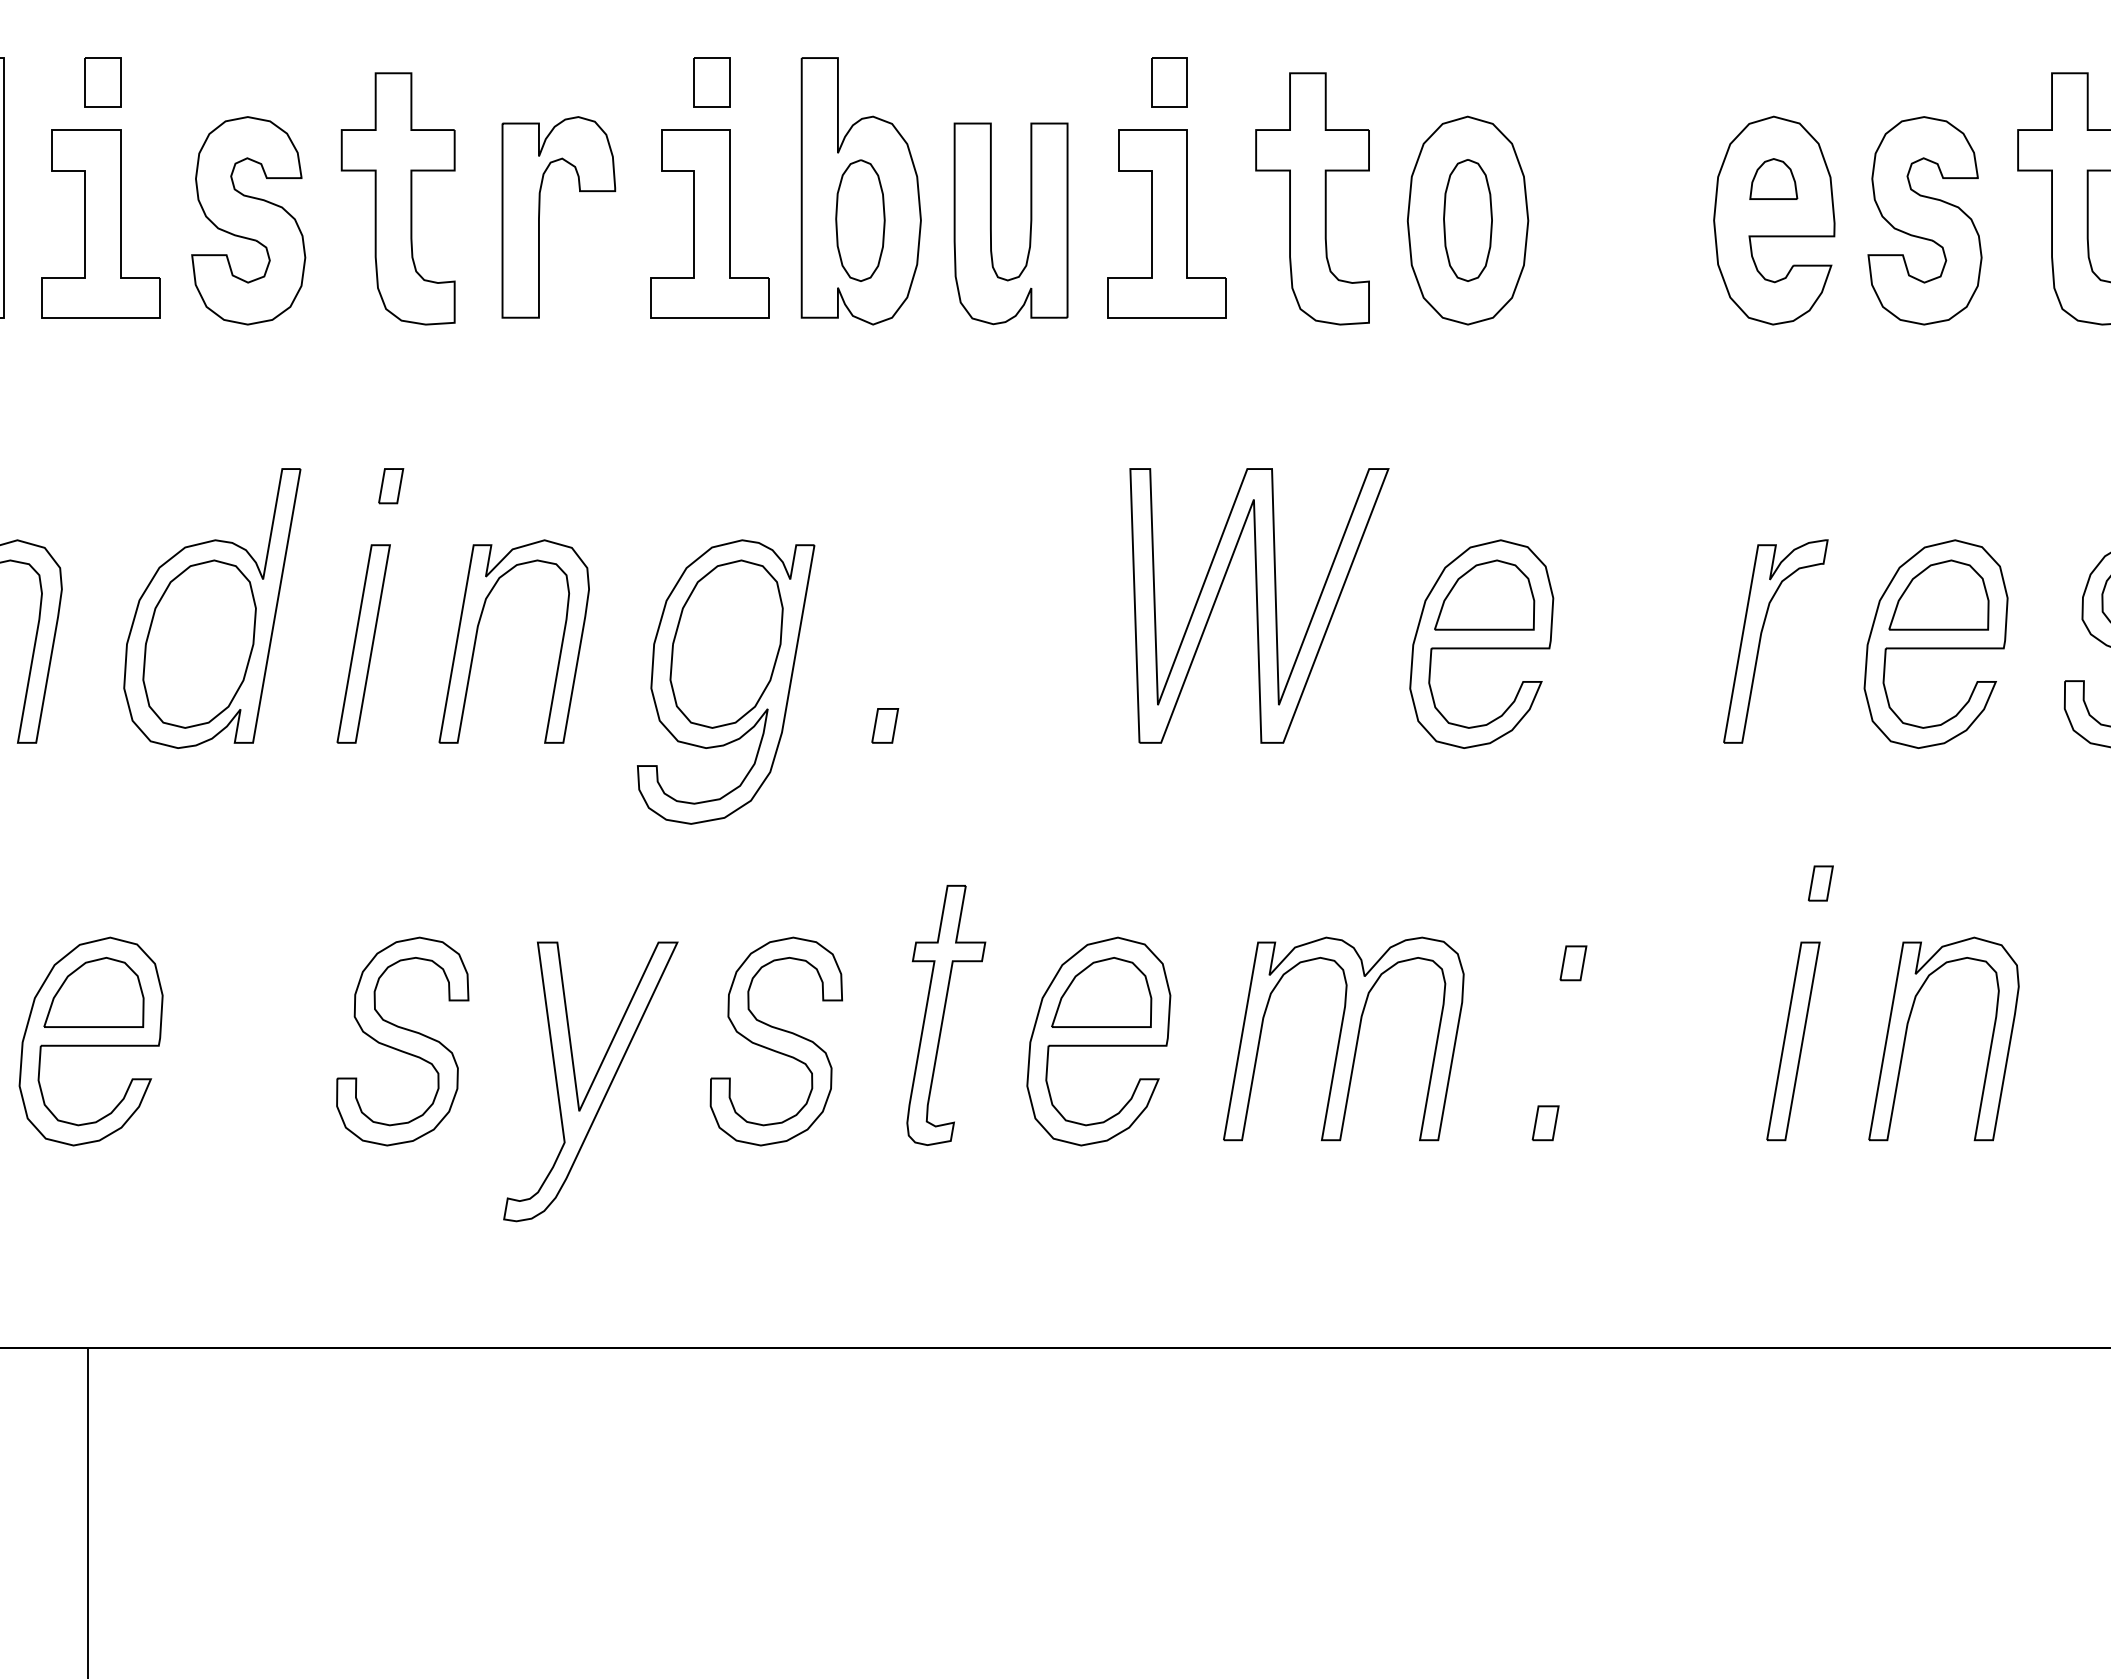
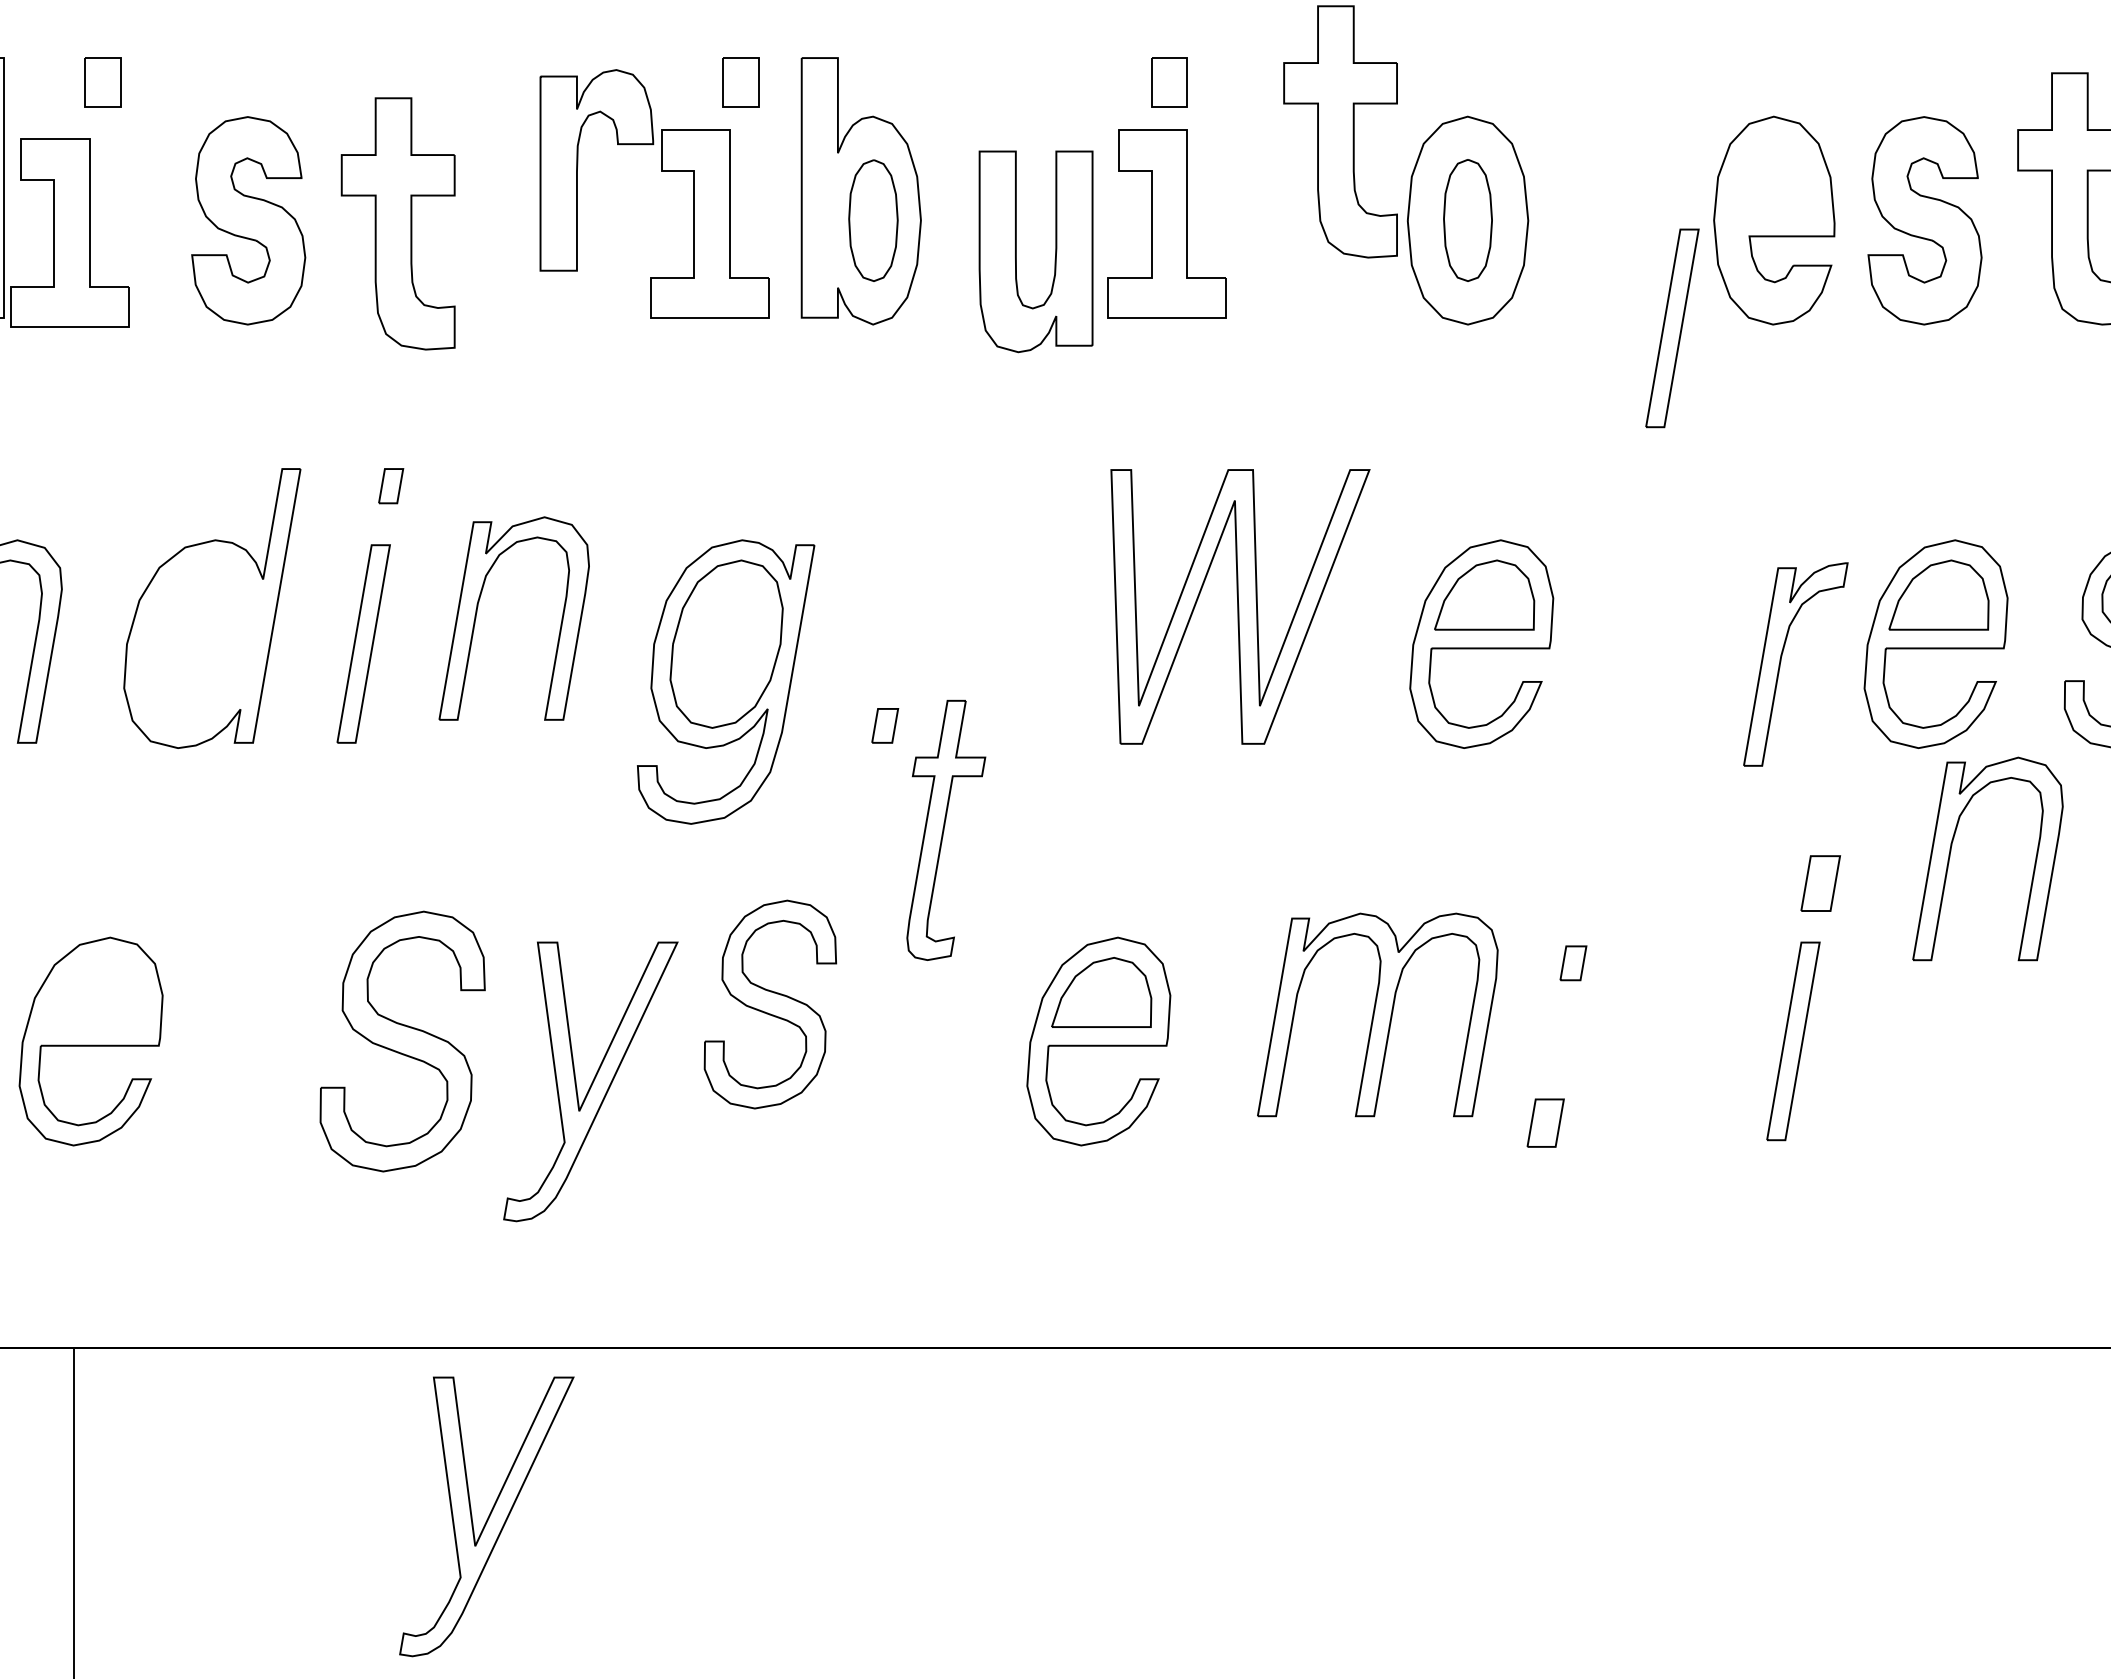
part at (711, 82) position: (711, 82) -> (740, 82)
part at (1773, 178): present -> none
part at (397, 198) position: (397, 198) -> (397, 223)
part at (1312, 198) position: (1312, 198) -> (1340, 131)
part at (540, 212) position: (540, 212) -> (578, 165)
part at (860, 220) position: (860, 220) -> (873, 220)
part at (100, 223) position: (100, 223) -> (69, 232)
part at (991, 223) position: (991, 223) -> (1016, 251)
part at (1672, 328): none -> present
part at (1259, 605) position: (1259, 605) -> (1240, 606)
part at (477, 635) position: (477, 635) -> (477, 612)
part at (1761, 639) position: (1761, 639) -> (1781, 662)
part at (199, 643): present -> none
part at (1820, 883) size: 26x37 px -> 42x57 px
part at (93, 991): present -> none
part at (946, 1014) position: (946, 1014) -> (946, 829)
part at (1907, 1031) position: (1907, 1031) -> (1951, 851)
part at (1343, 1038) position: (1343, 1038) -> (1377, 1014)
part at (402, 1041) size: 134x211 px -> 167x263 px
part at (776, 1041) position: (776, 1041) -> (770, 1004)
part at (1545, 1123) size: 29x37 px -> 39x50 px
line at (87, 1511) position: (87, 1511) -> (73, 1511)
part at (486, 1516): none -> present
